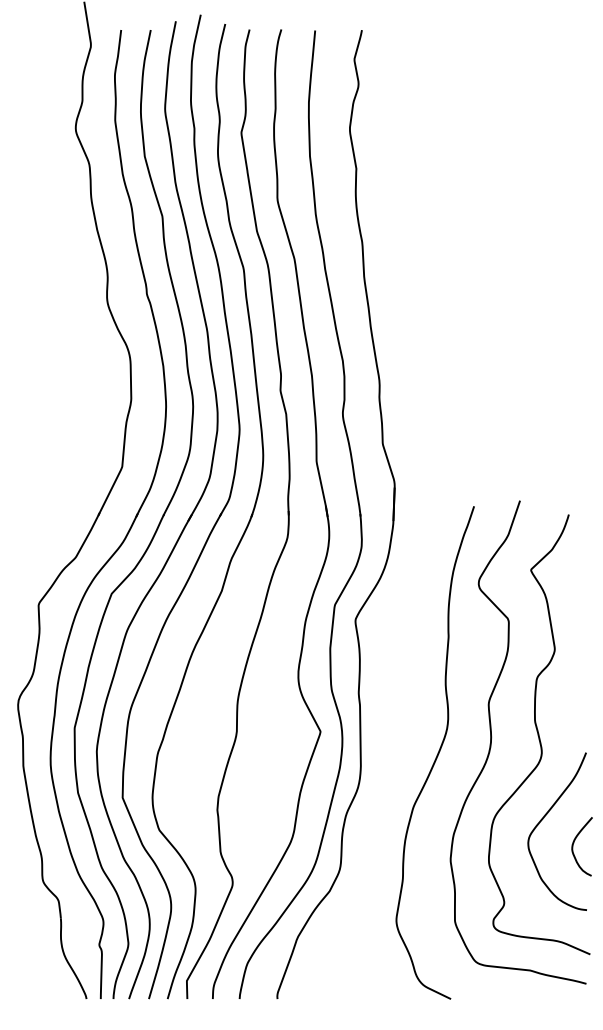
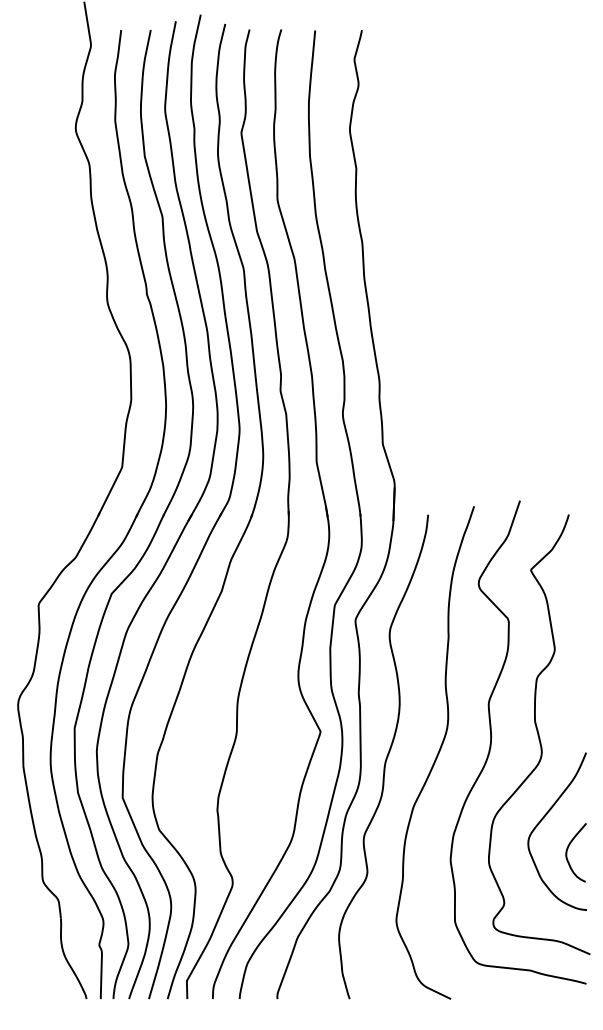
curve at (385, 758): none -> present
curve at (574, 843) position: (574, 843) -> (568, 849)
